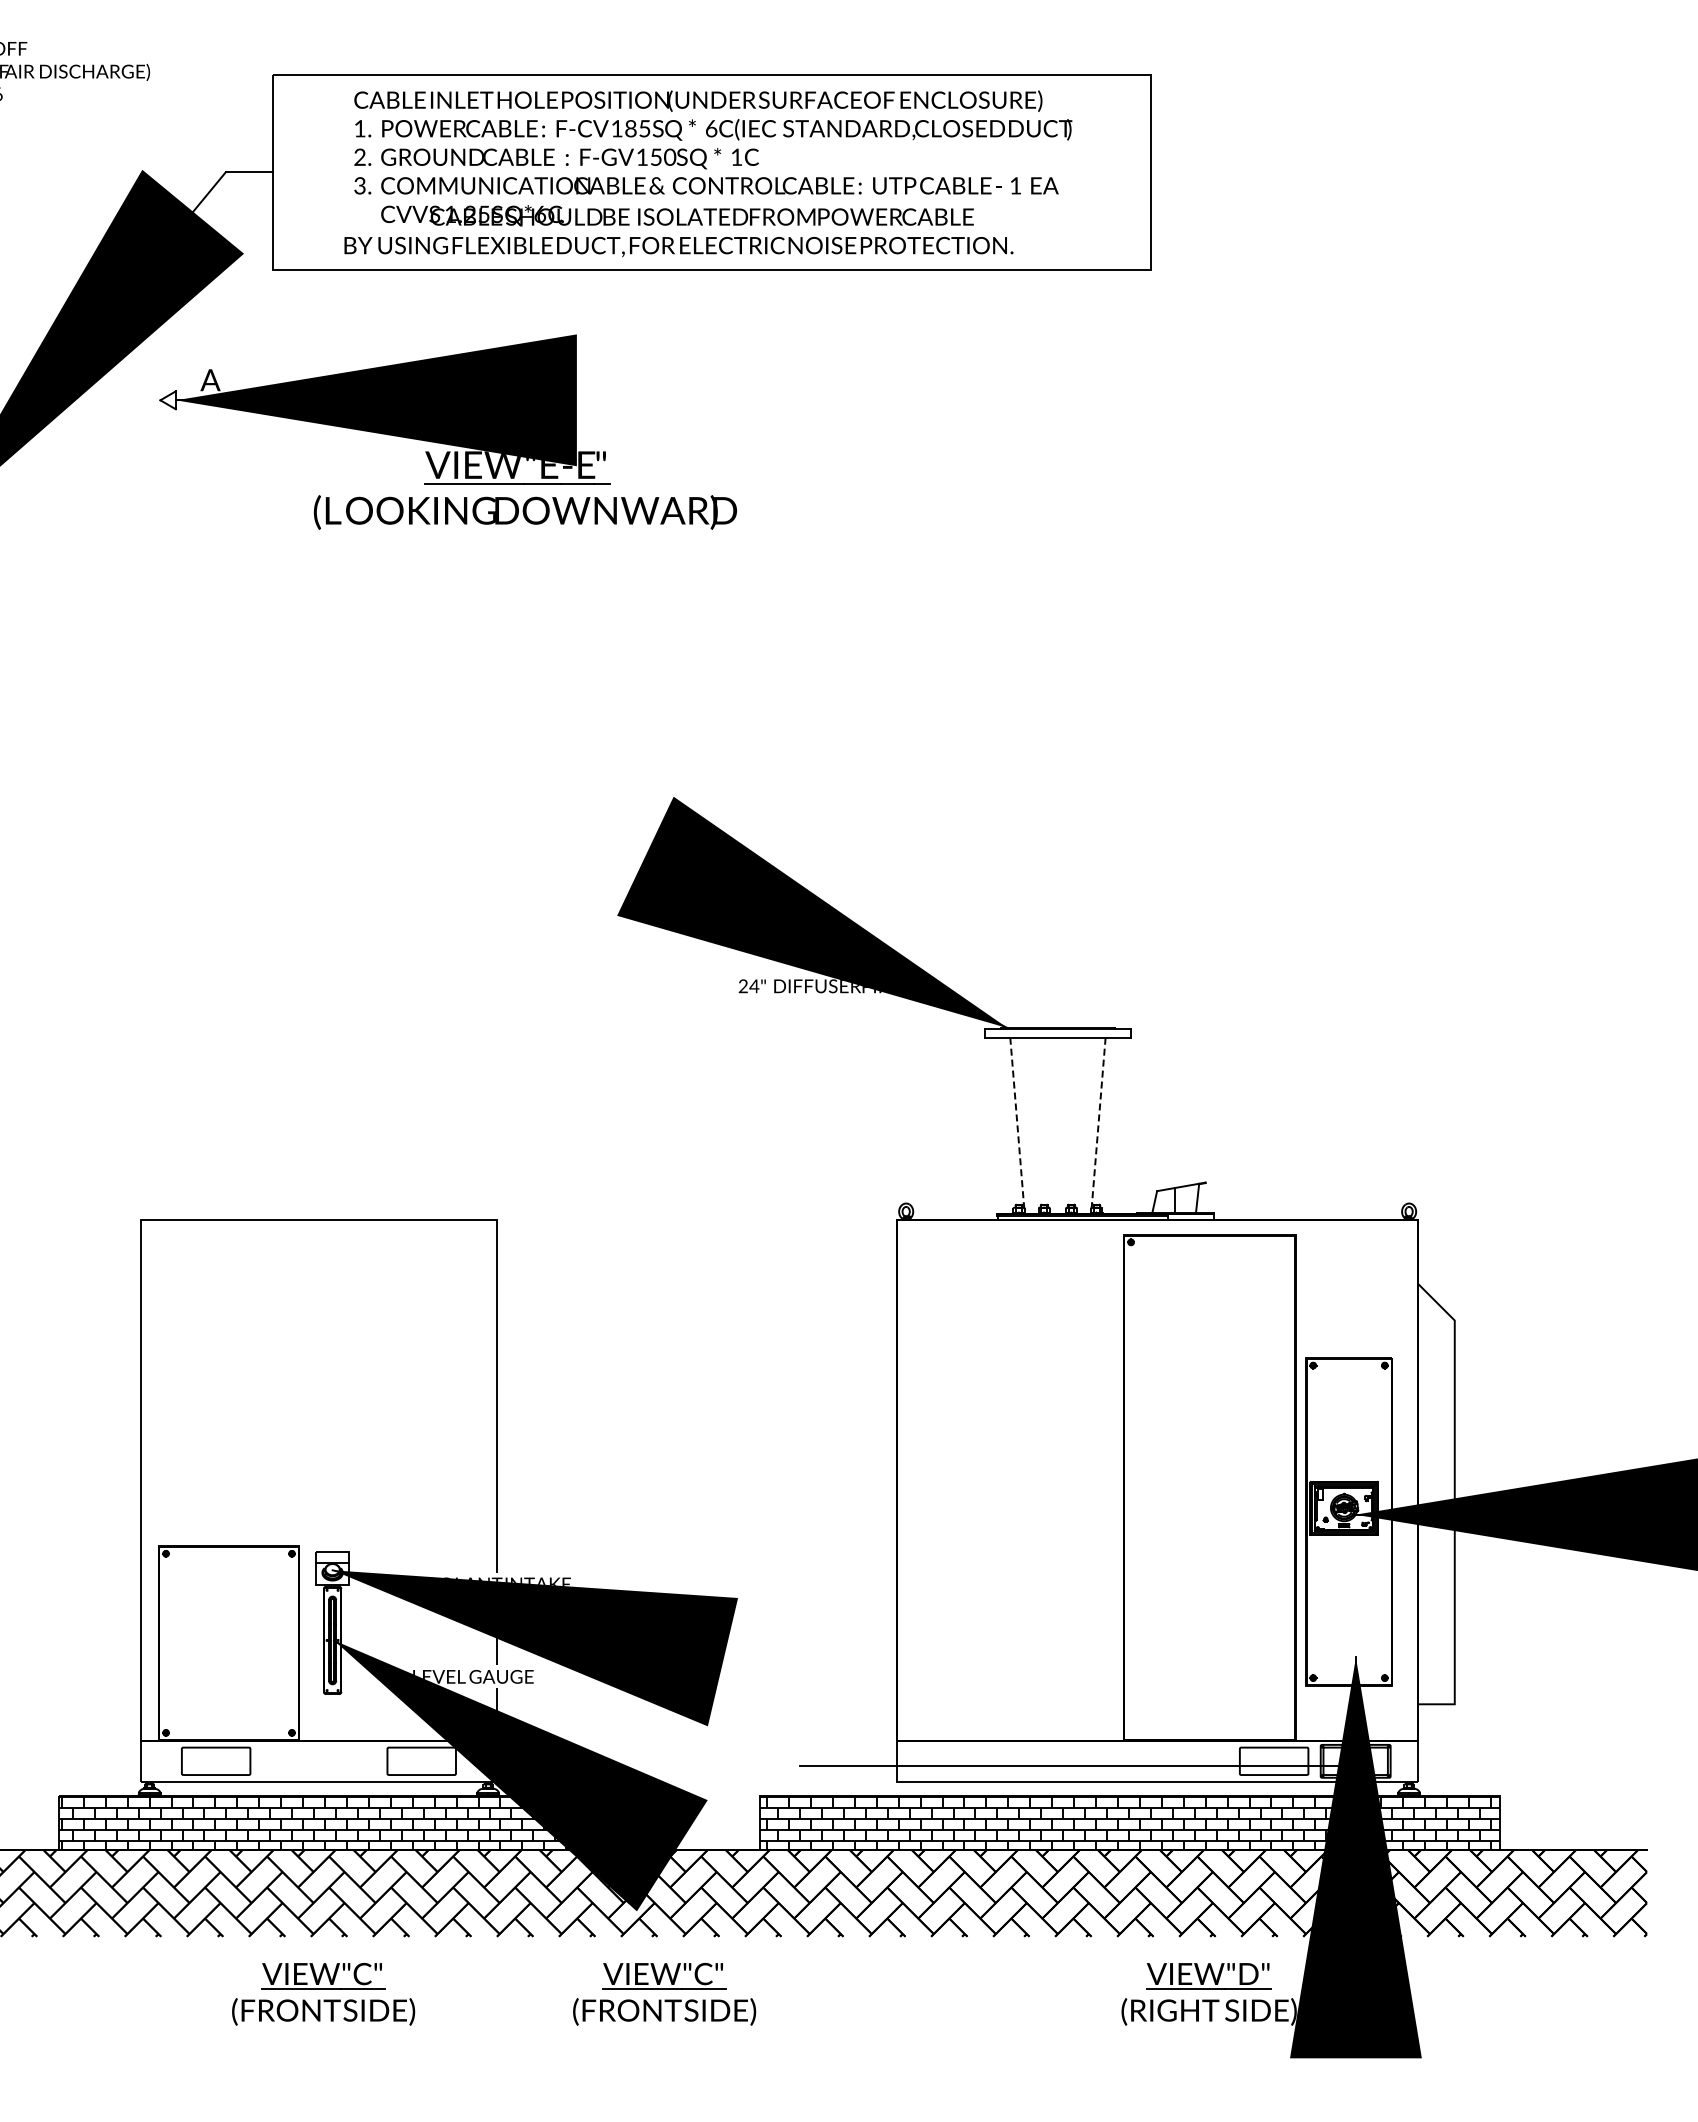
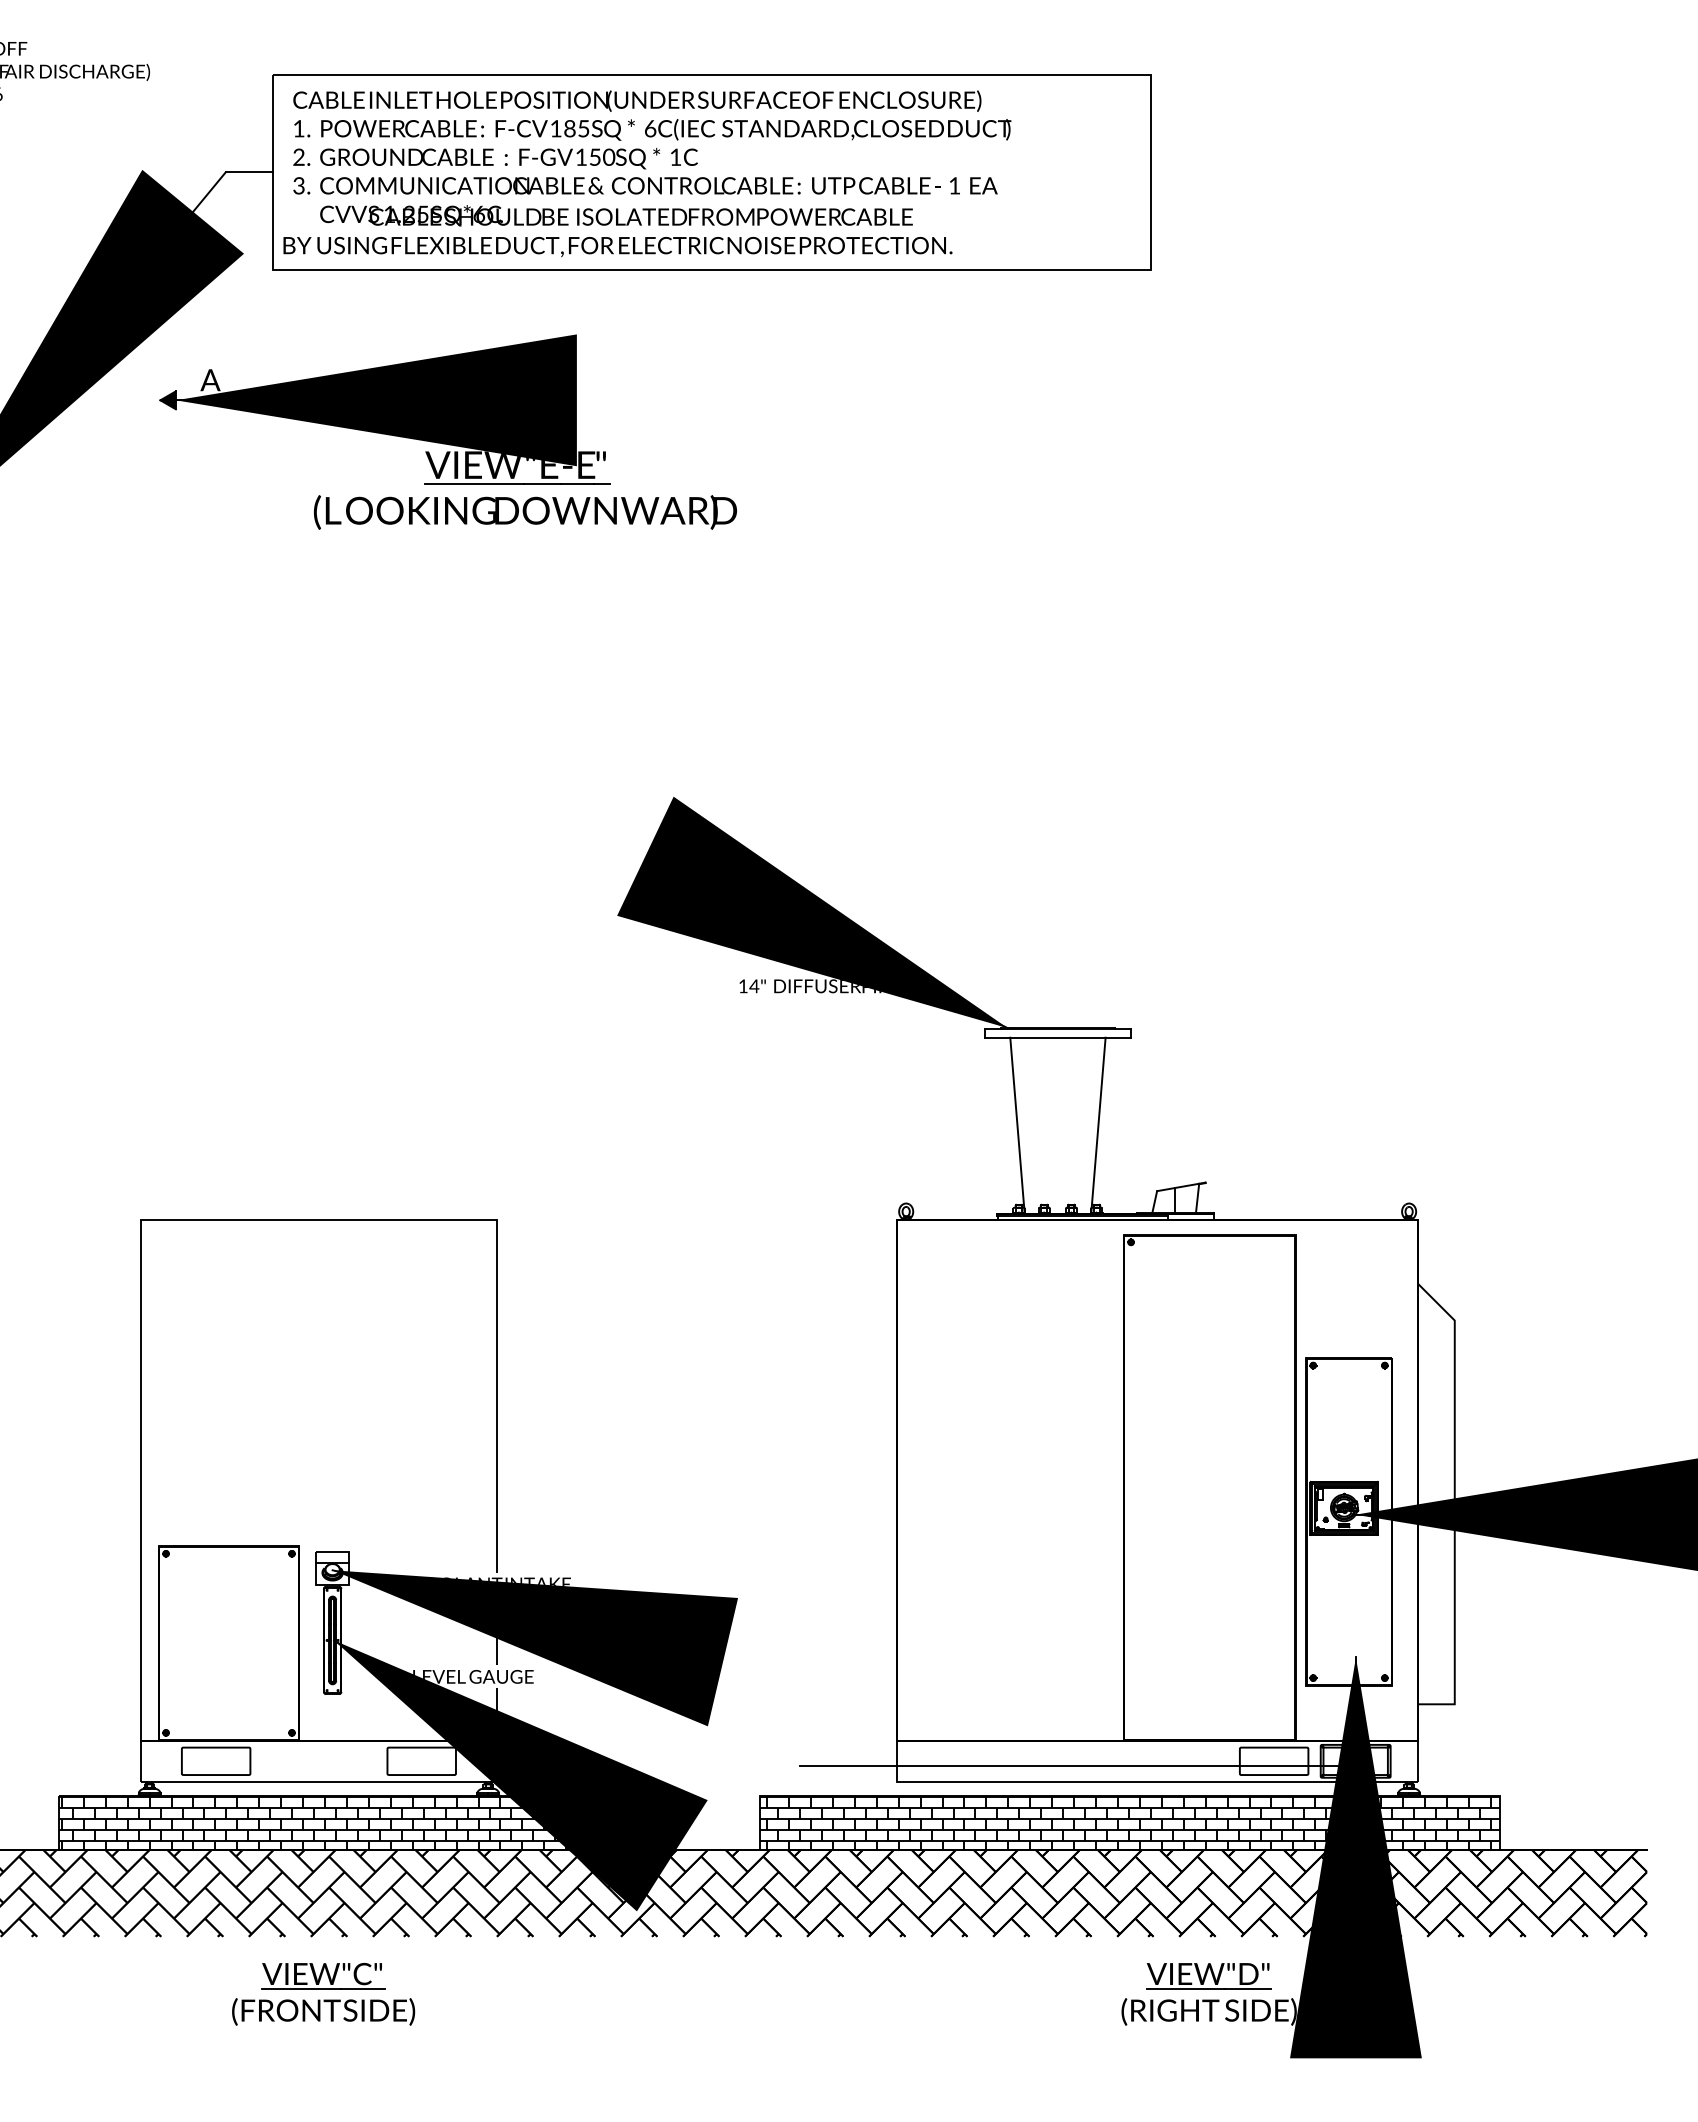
text at (708, 173) position: (708, 173) -> (647, 173)
fill at (167, 400): none -> present
text at (742, 986): 24" -> 14"
line at (1017, 1126): dashed -> solid
line at (1098, 1126): dashed -> solid
part at (664, 1993): present -> none
